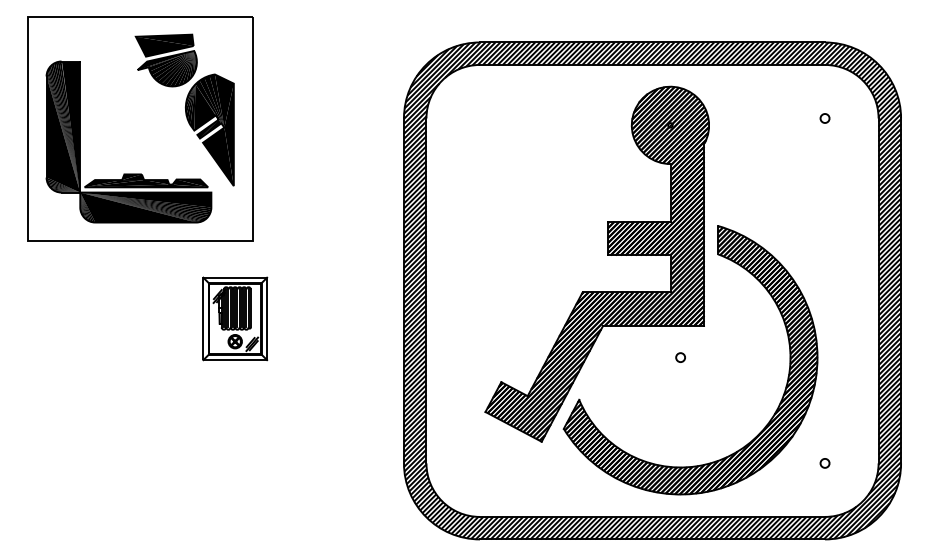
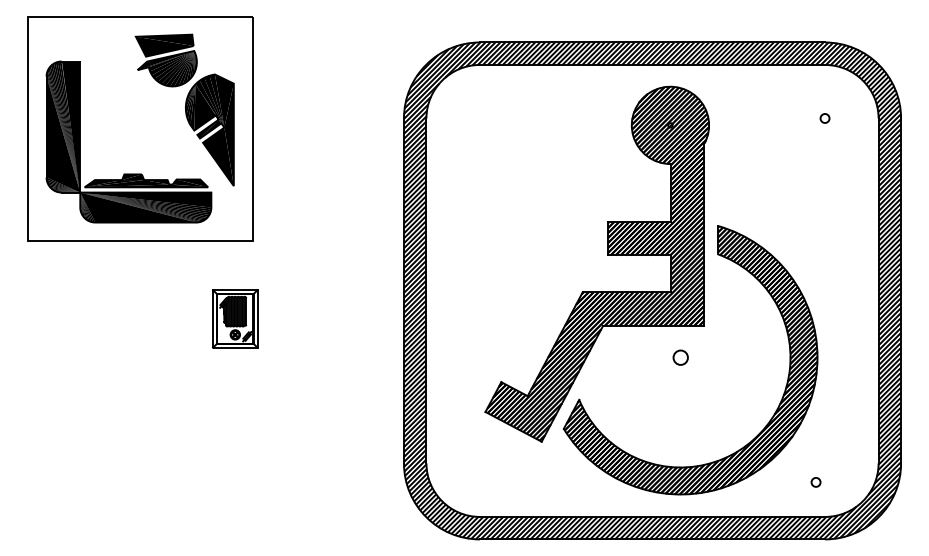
part at (235, 318) size: 67x86 px -> 47x60 px
circle at (680, 357) size: 11x11 px -> 17x17 px
circle at (824, 463) position: (824, 463) -> (815, 482)
